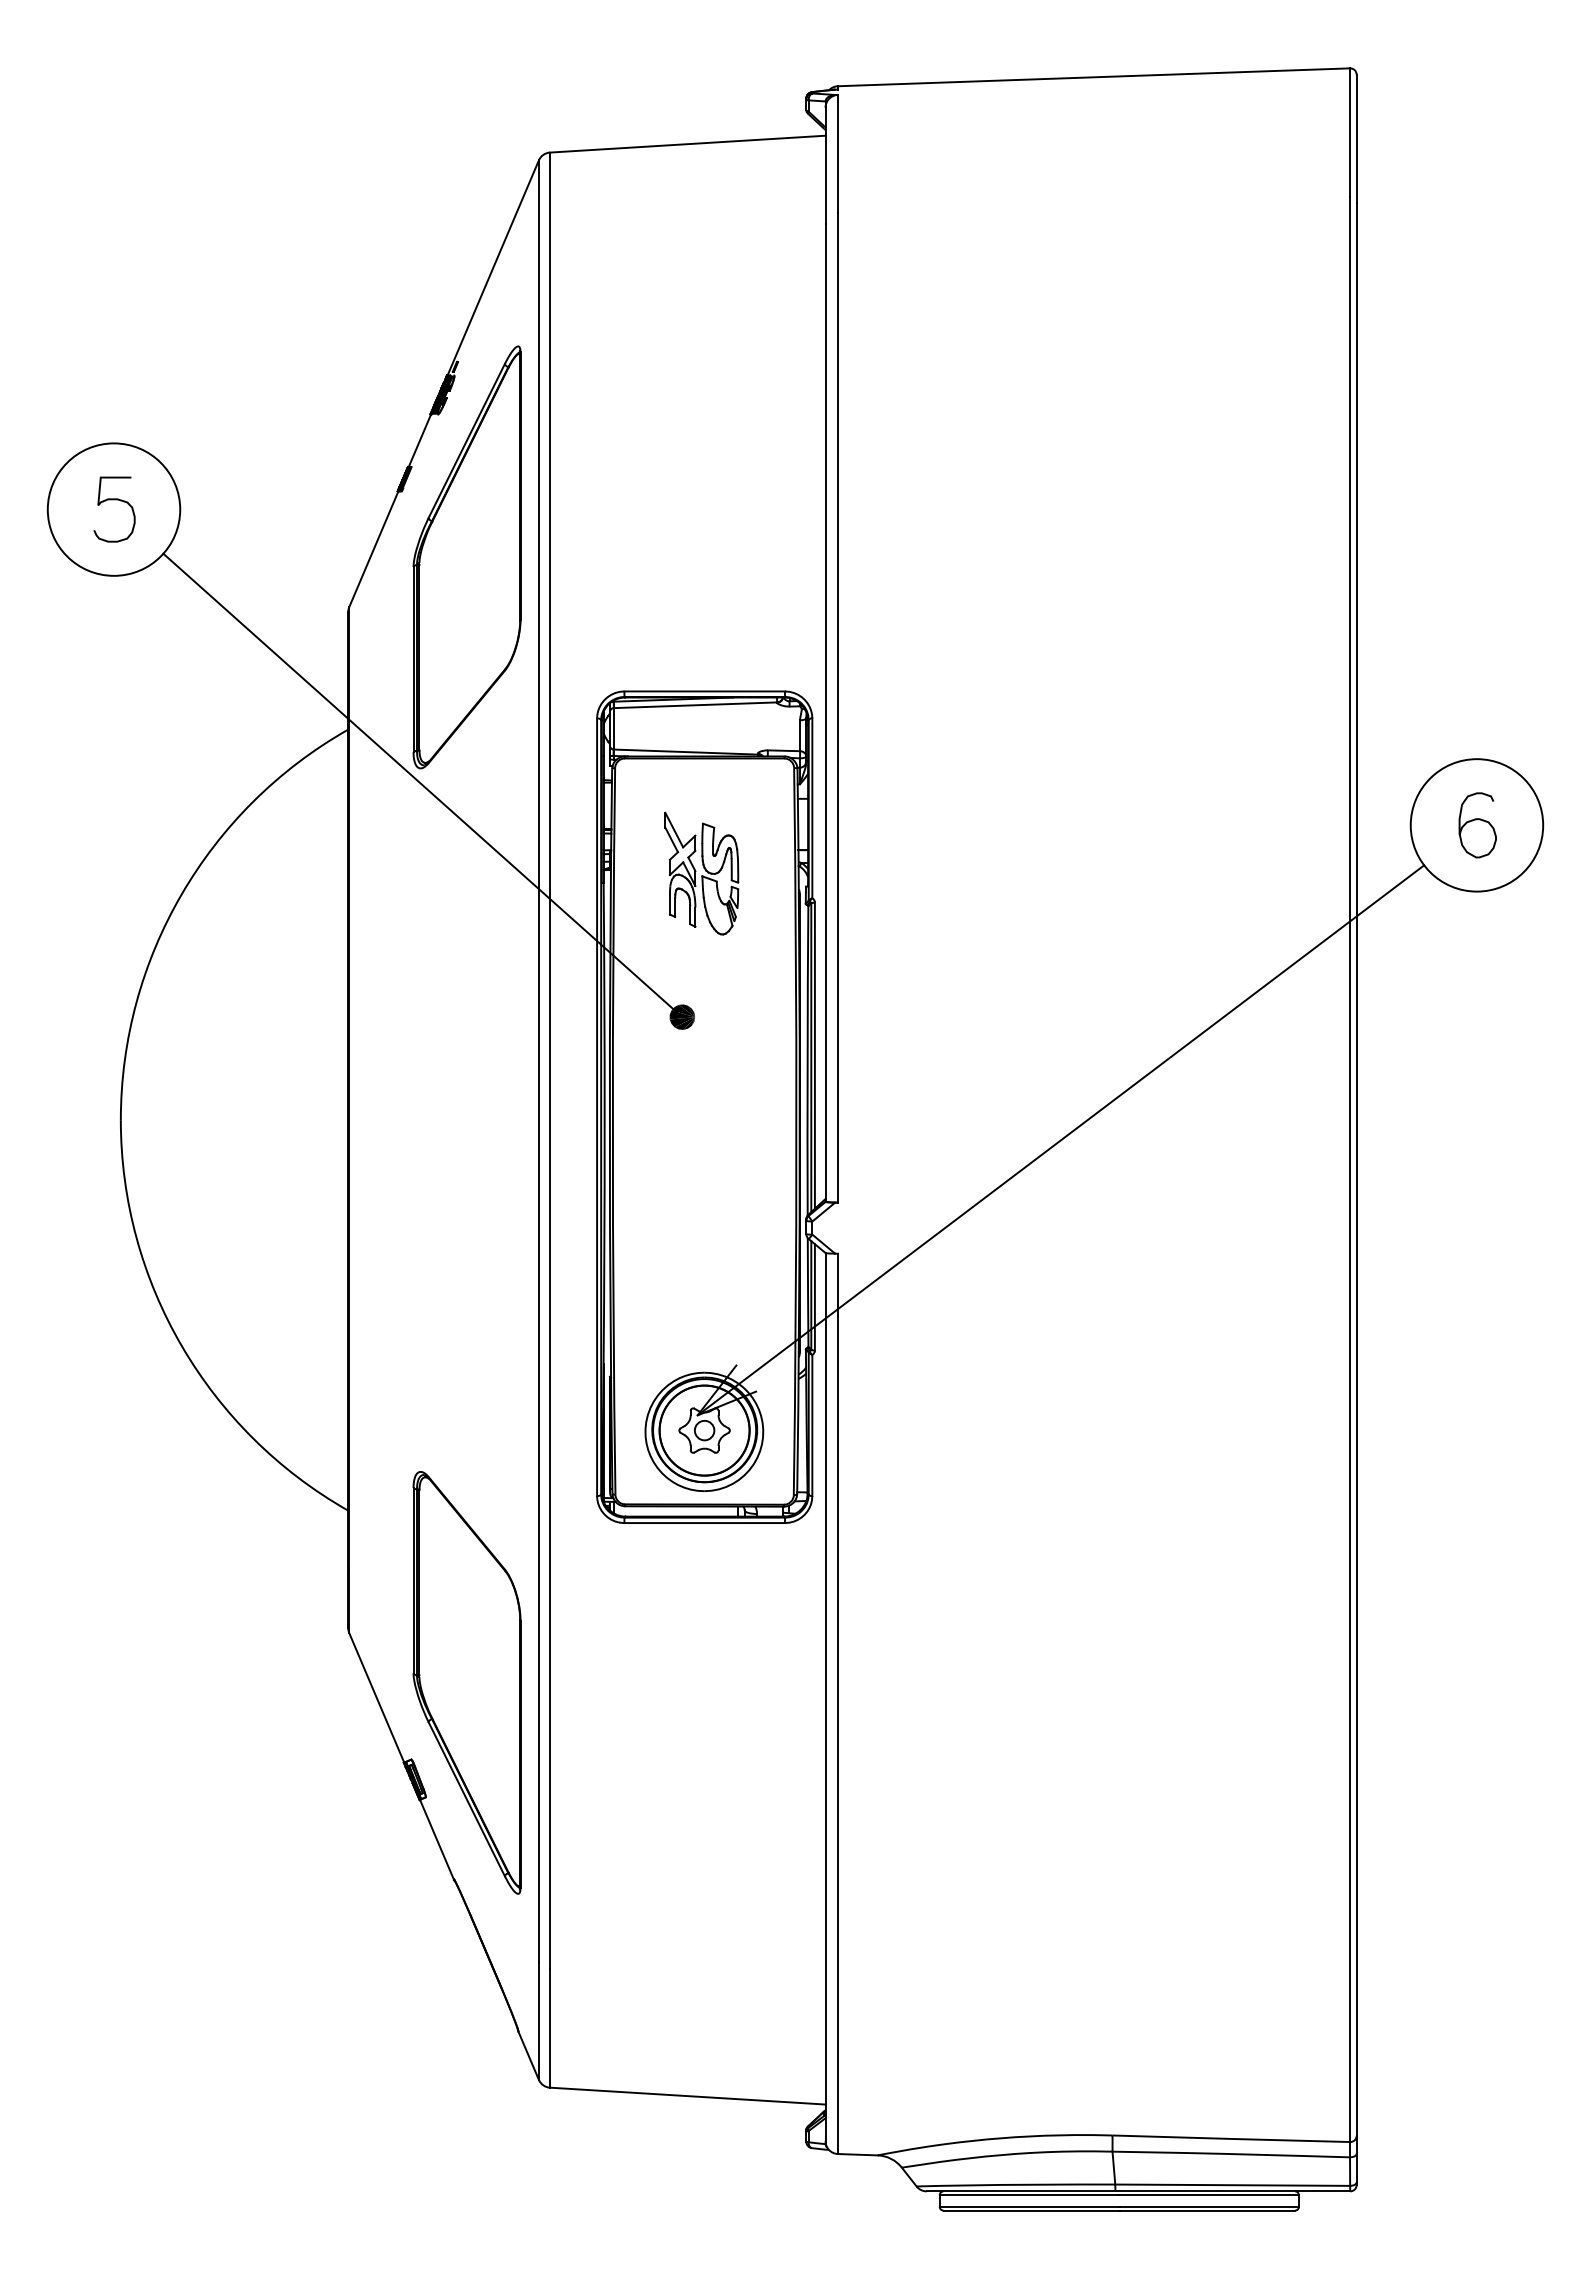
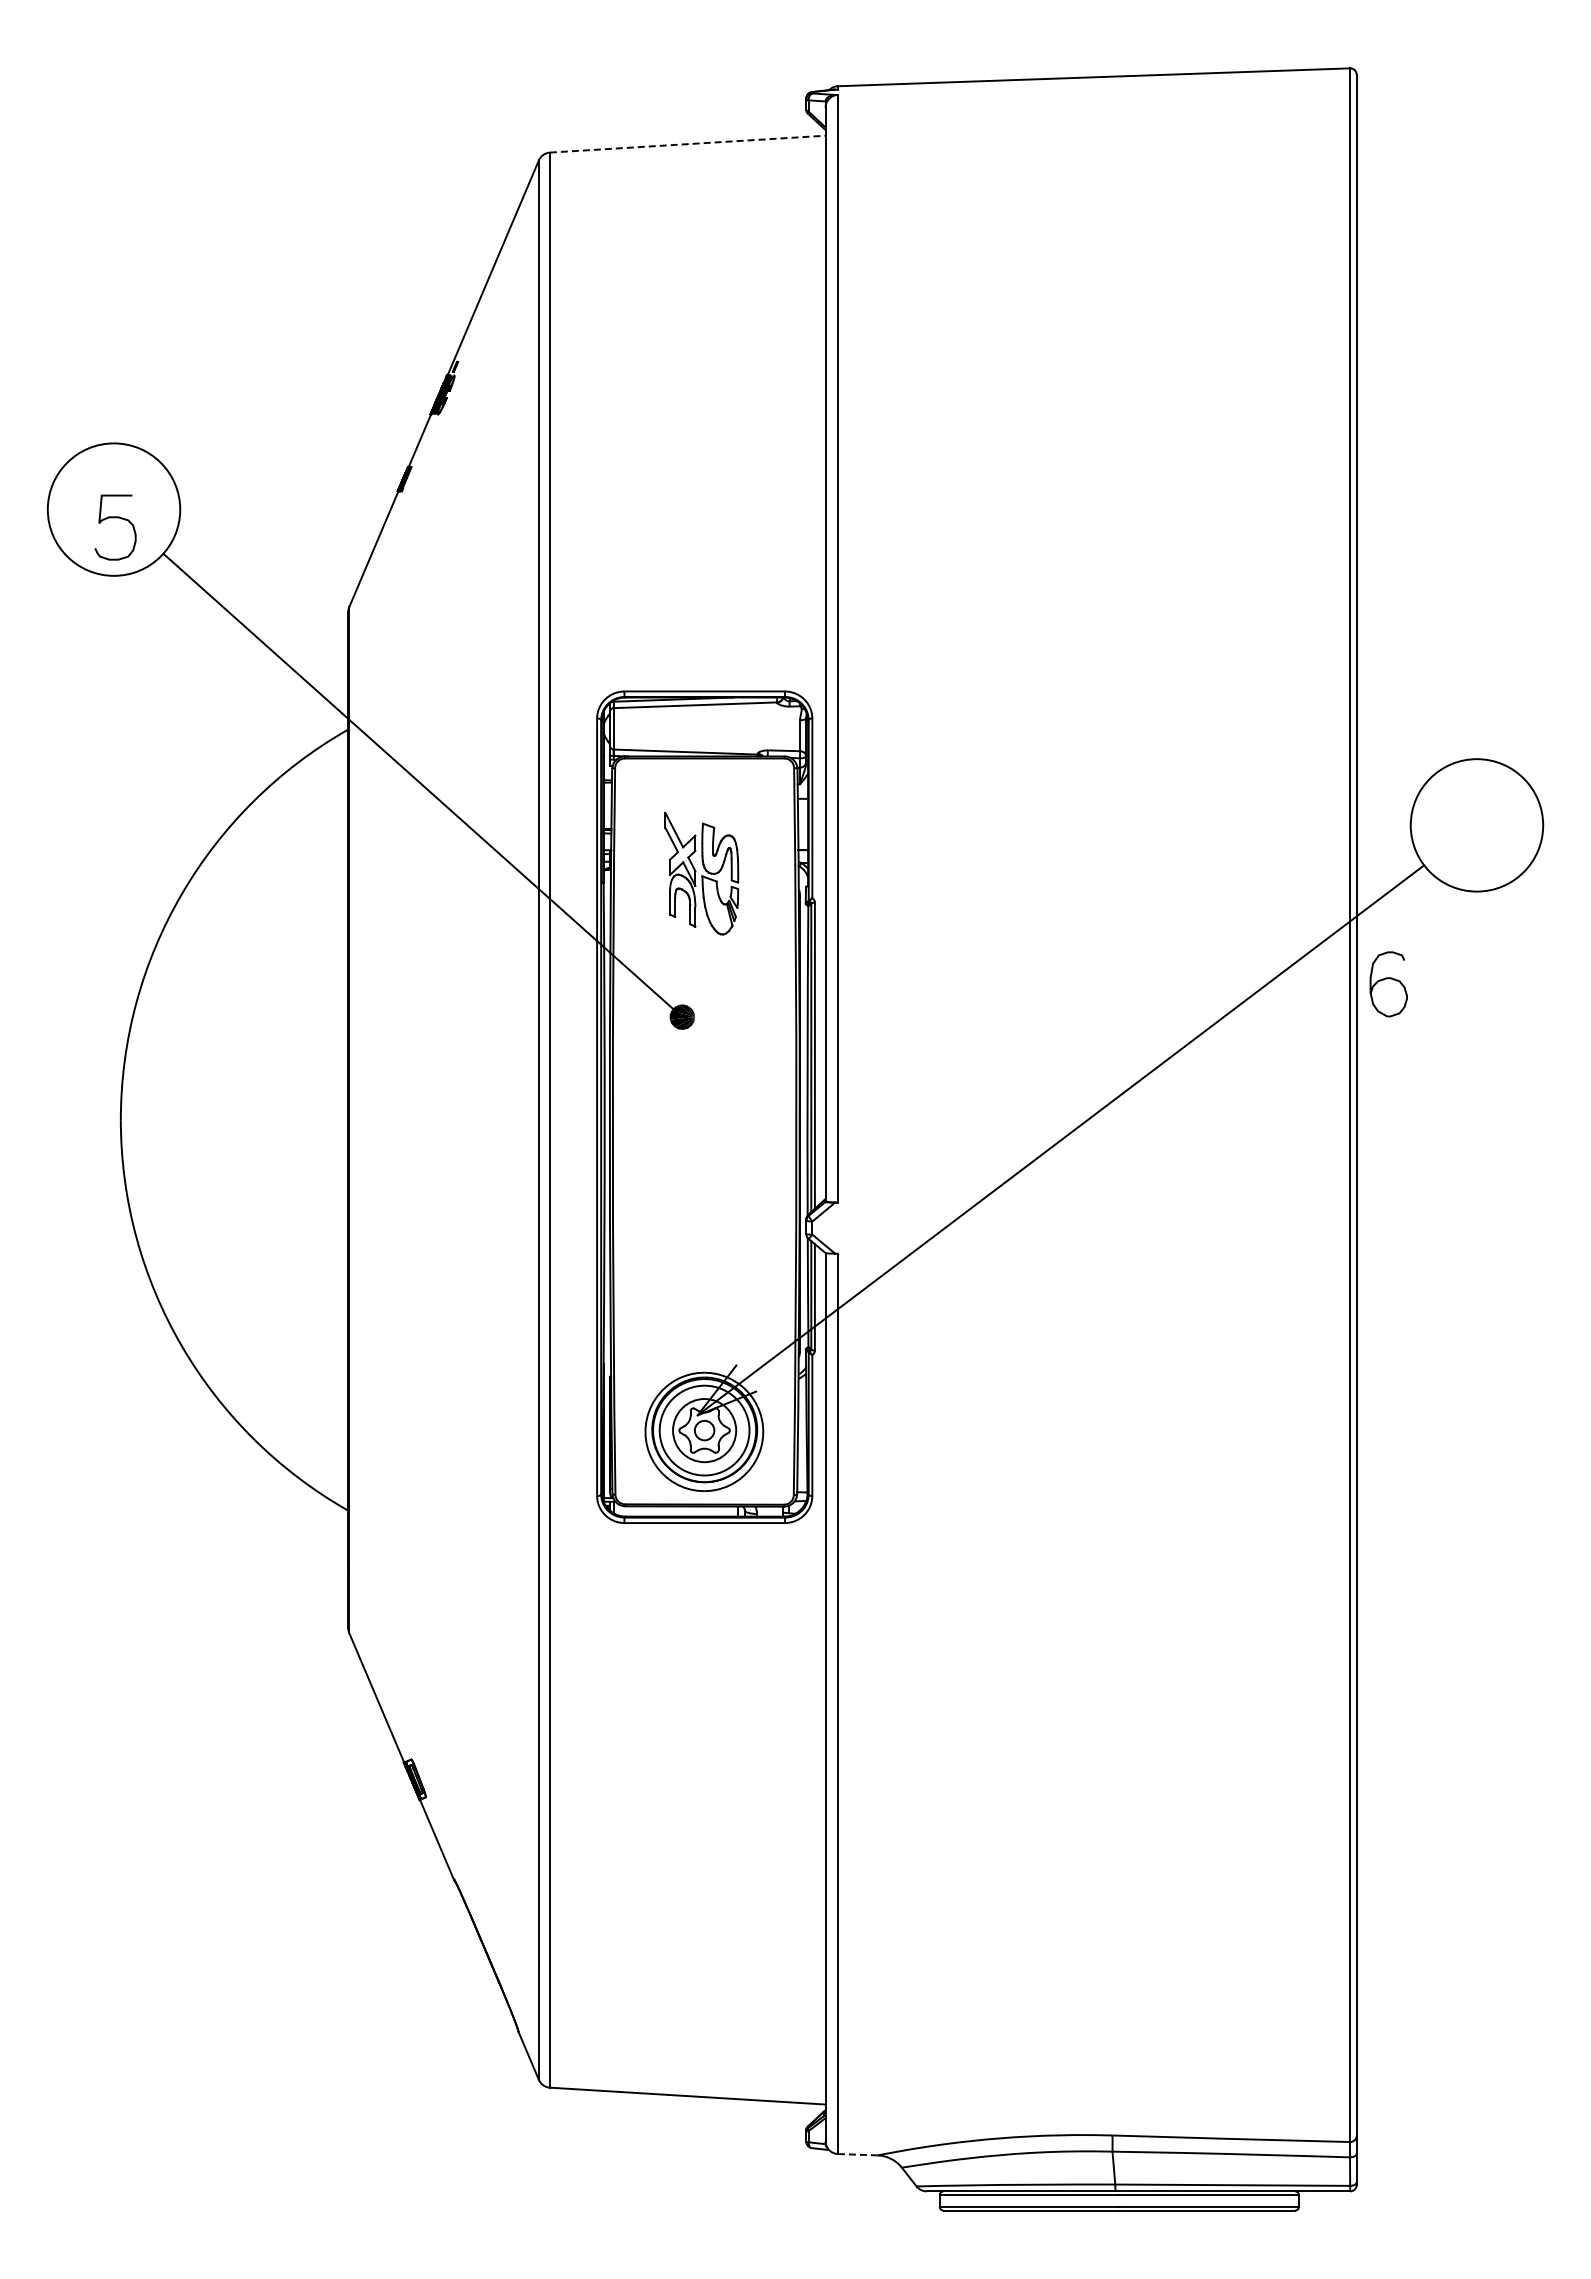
line at (688, 144): solid -> dashed
curve at (114, 500) position: (114, 500) -> (115, 518)
part at (466, 557): present -> none
curve at (1477, 820) position: (1477, 820) -> (1388, 979)
circle at (704, 1430) diameter: 90 px -> 63 px
part at (466, 1682): present -> none
line at (857, 2154): solid -> dashed
